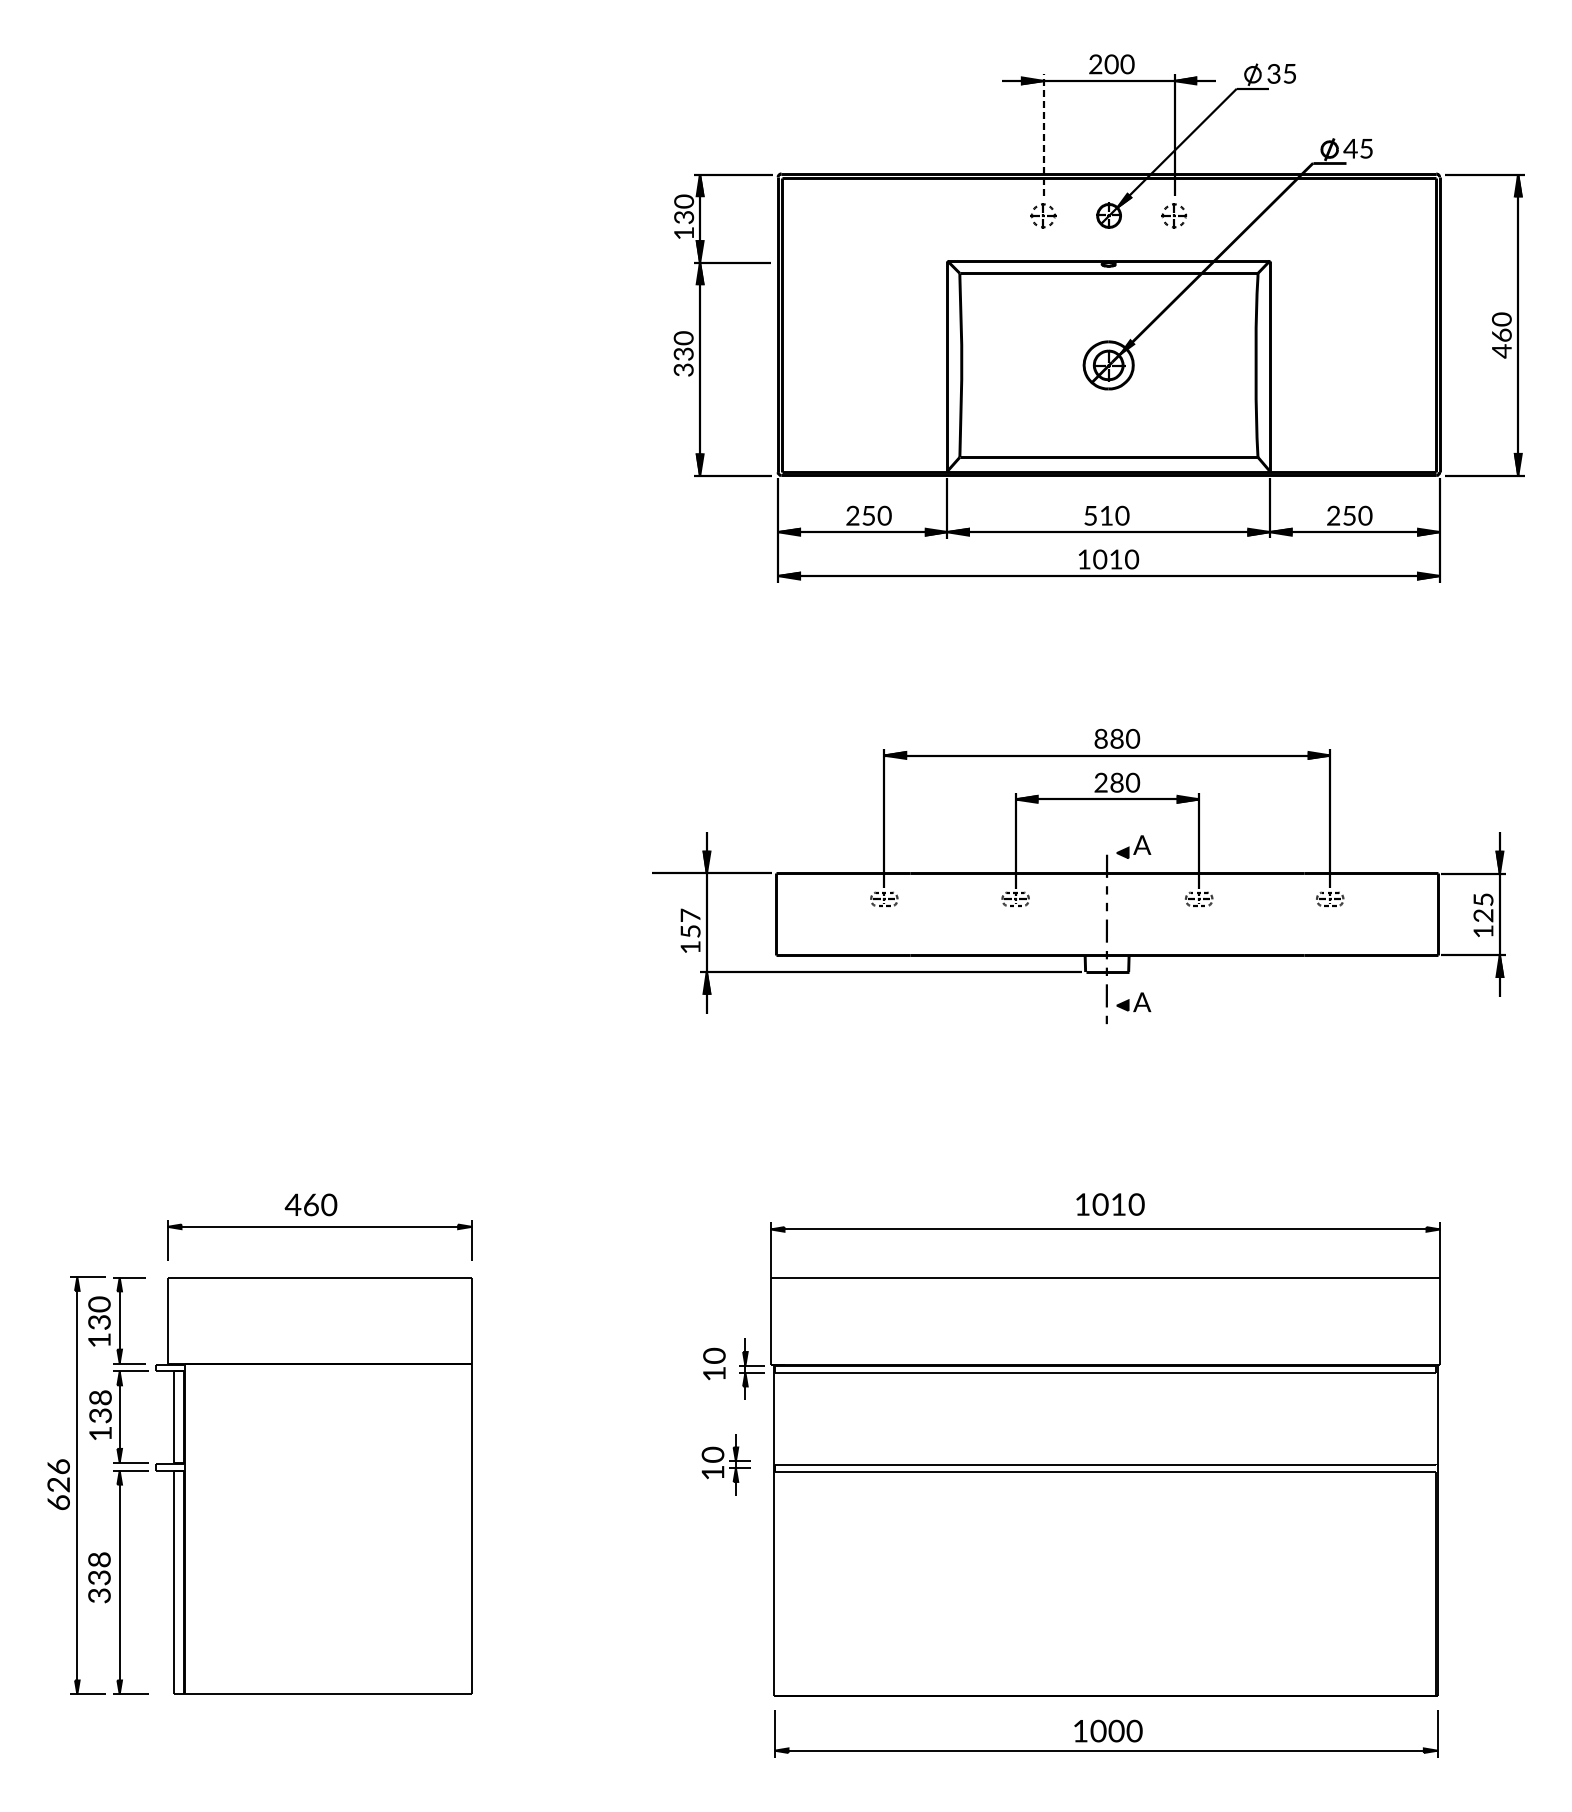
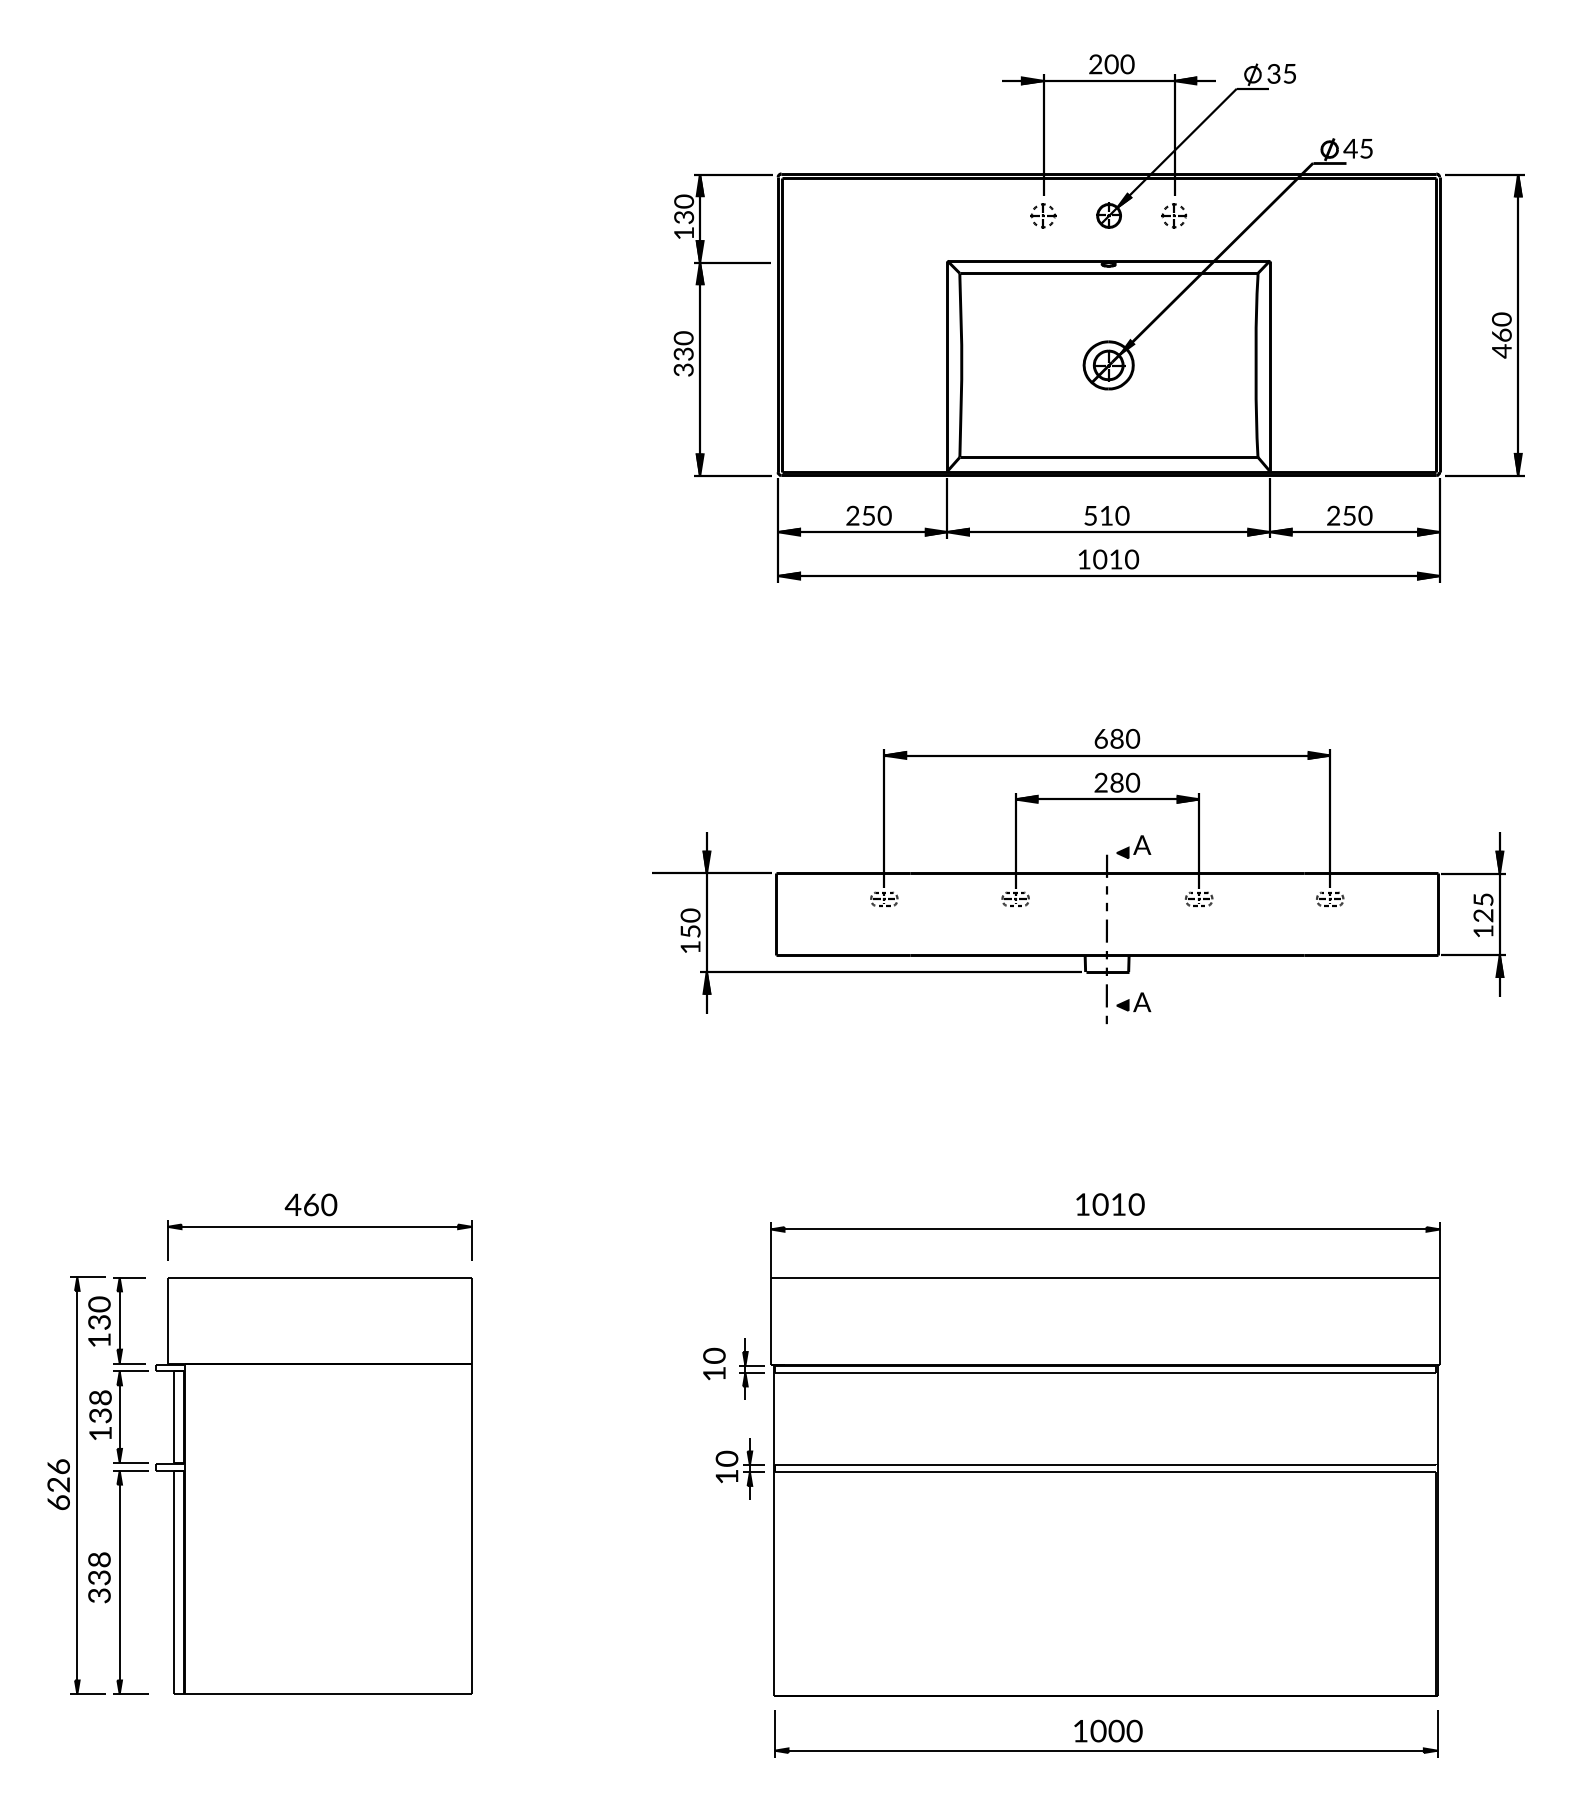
line at (1043, 135): dashed -> solid
text at (1100, 738): 880 -> 680
text at (690, 915): 157 -> 150
part at (725, 1464) position: (725, 1464) -> (739, 1468)
